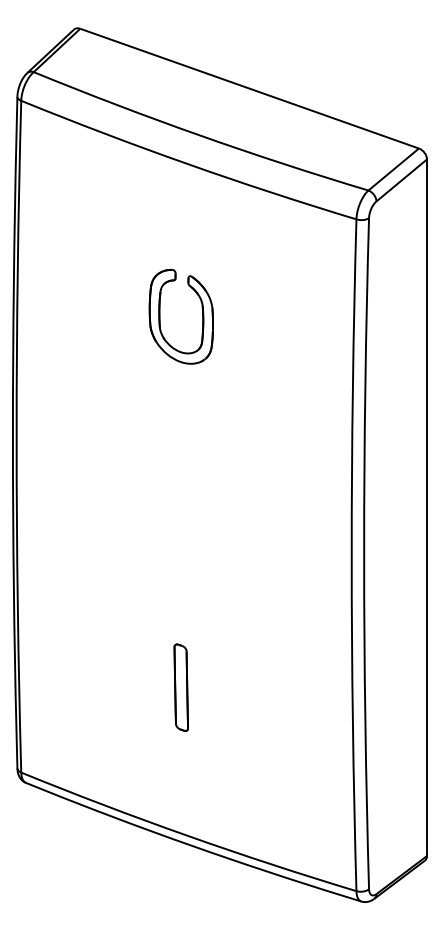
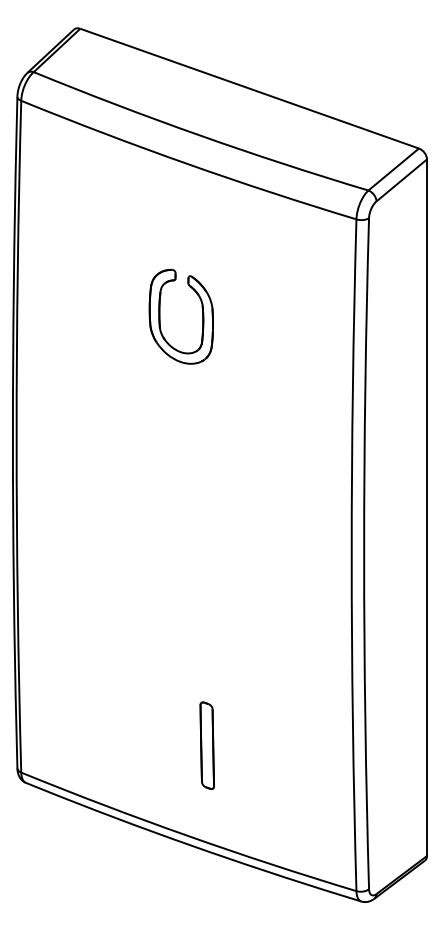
part at (180, 687) position: (180, 687) -> (206, 745)
